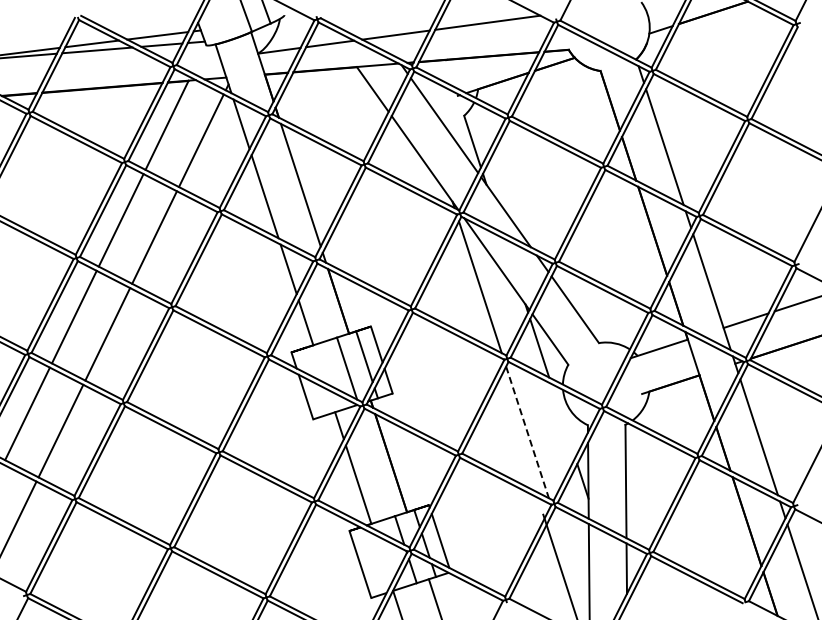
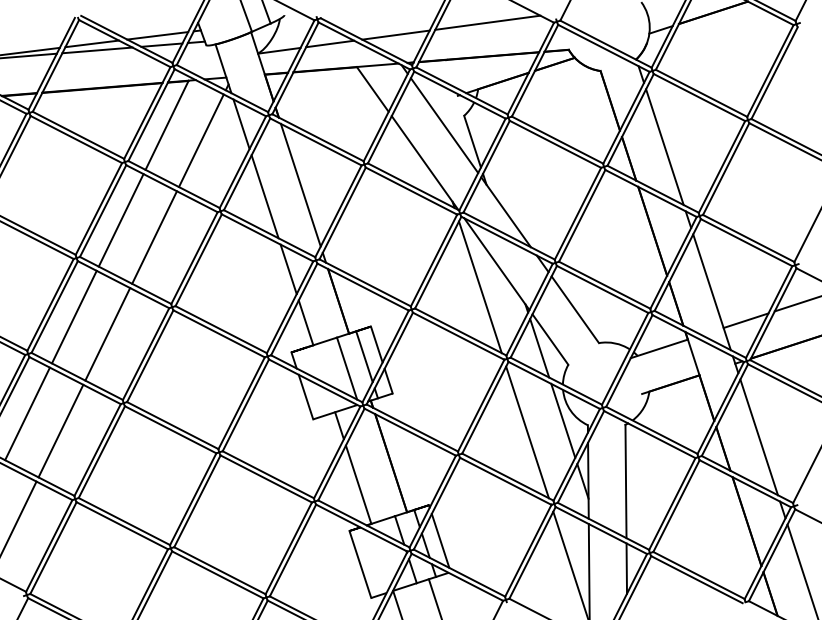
line at (563, 420): none -> present
line at (527, 432): dashed -> solid
line at (559, 565) position: (559, 565) -> (570, 563)
